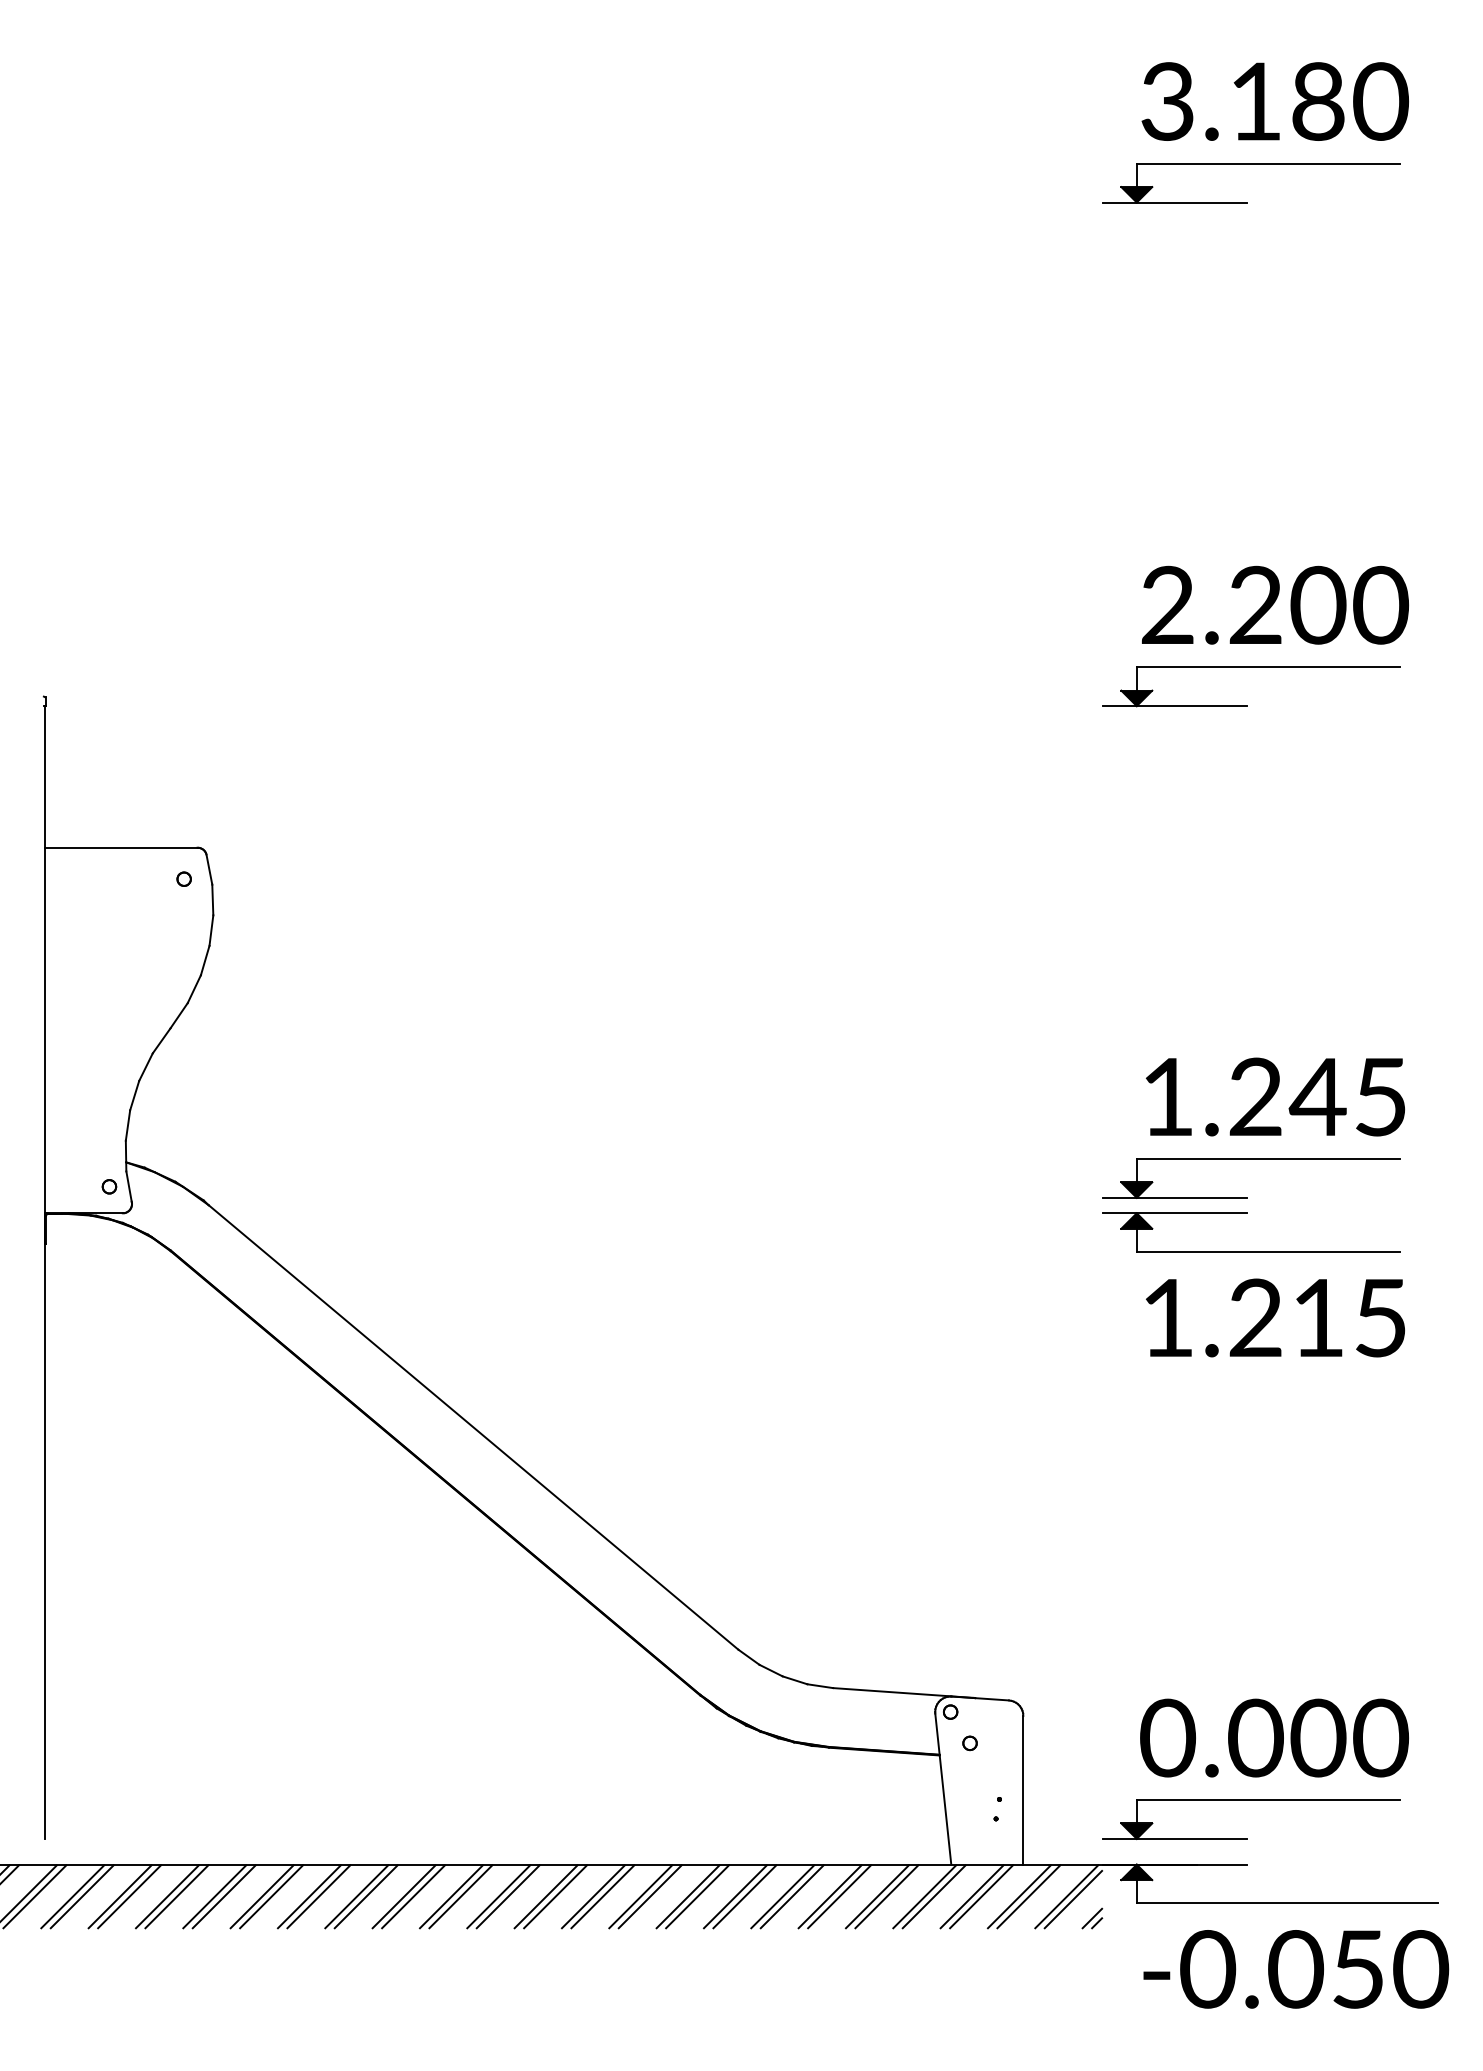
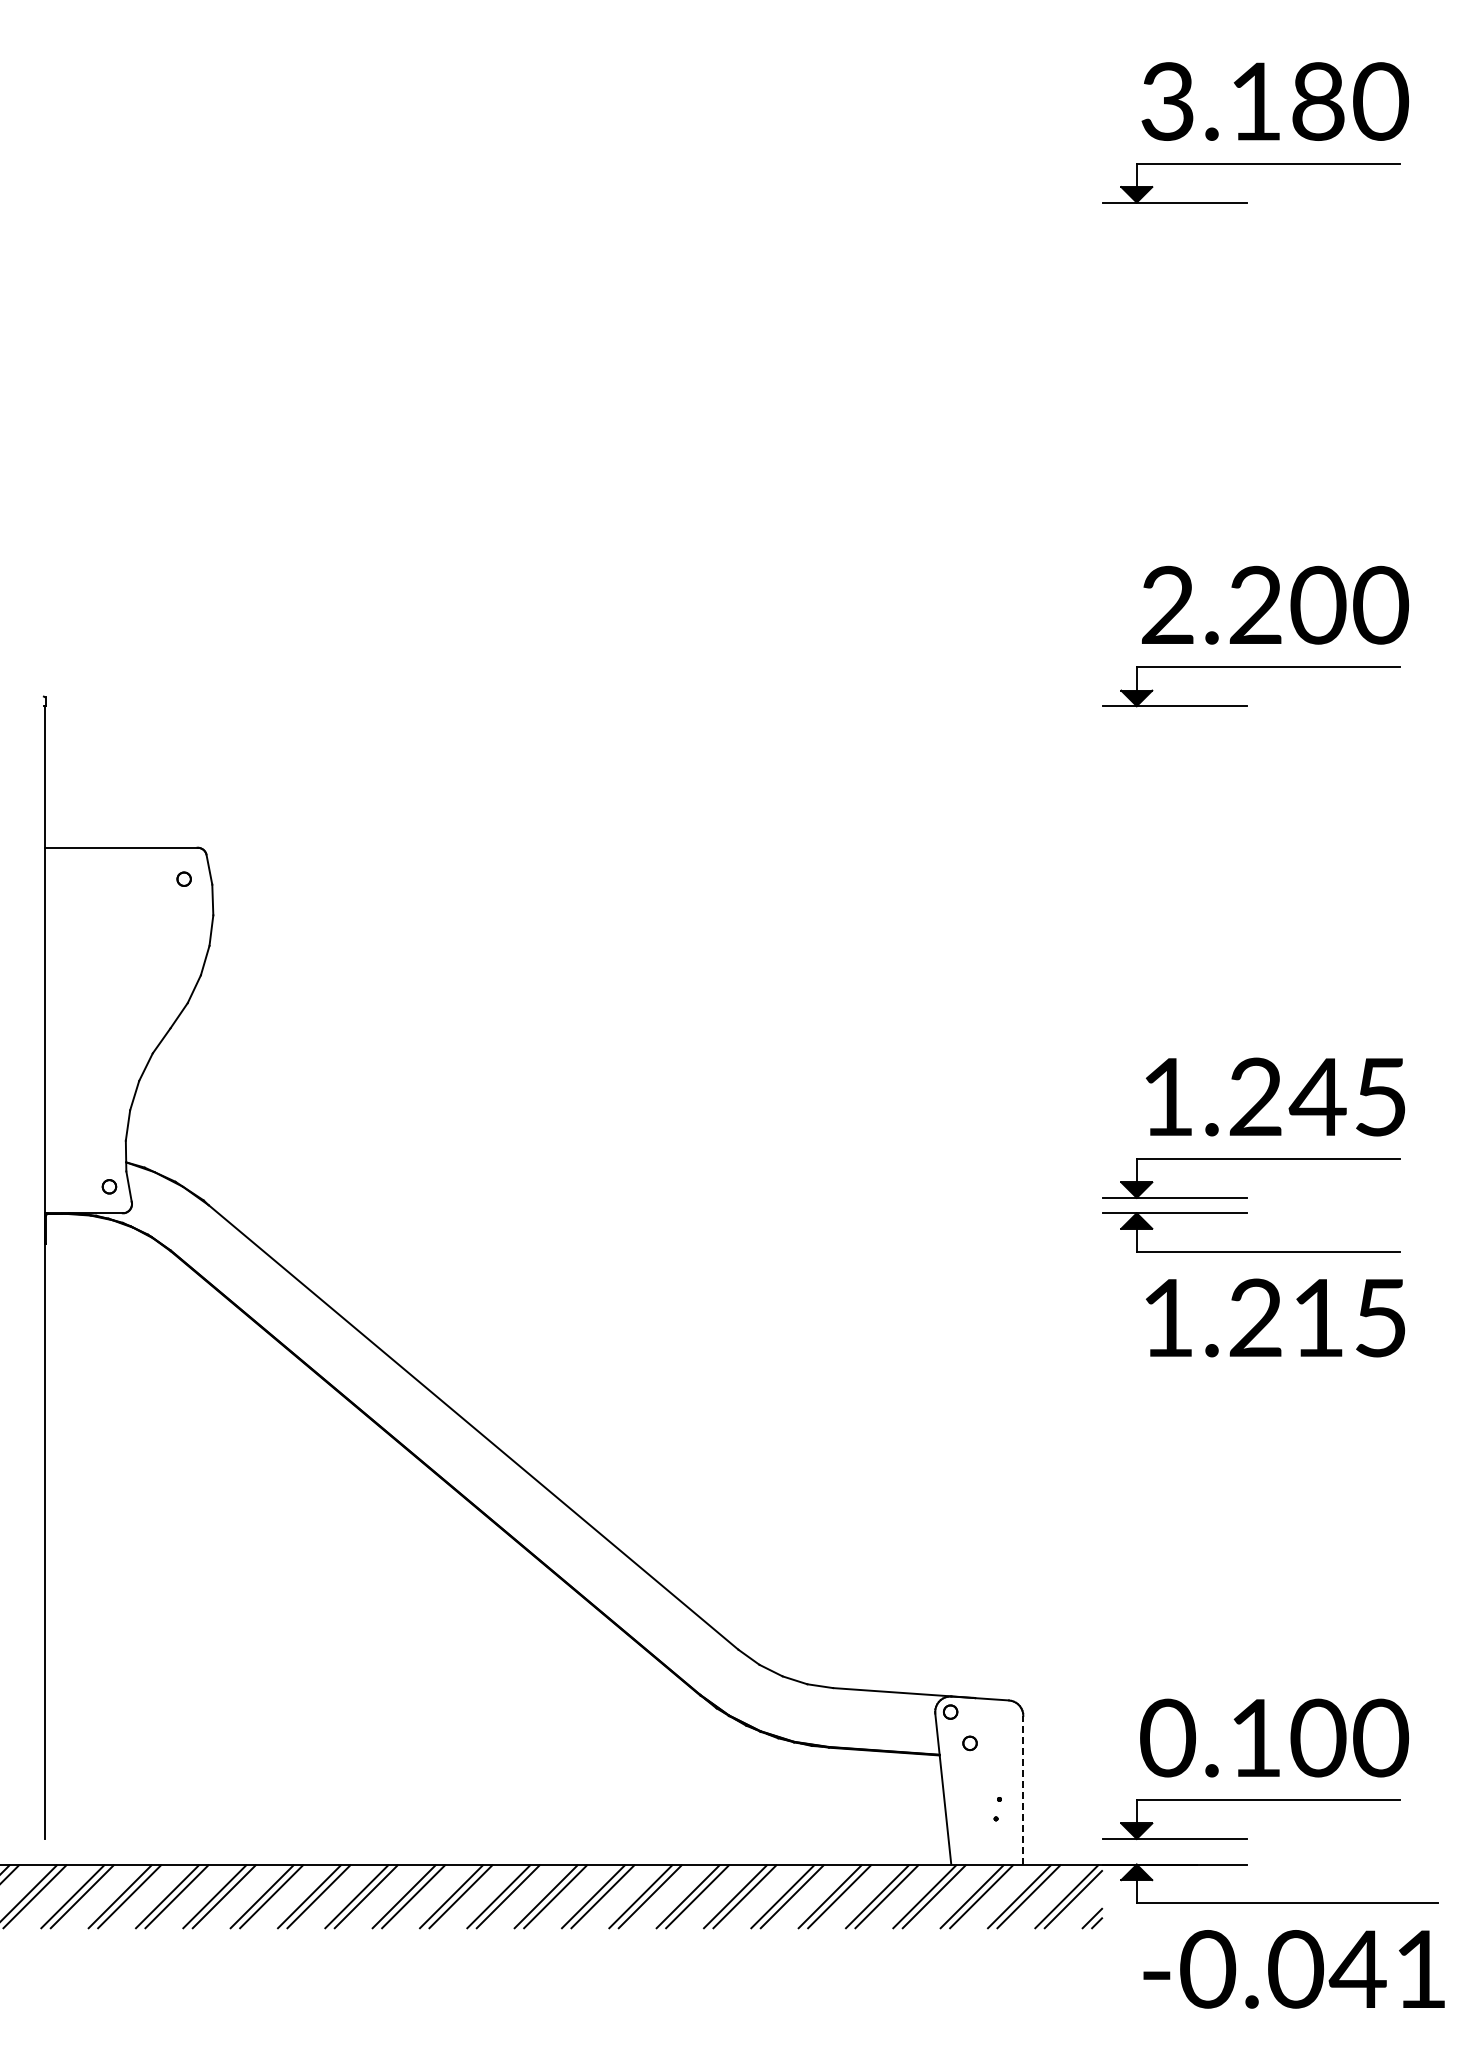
text at (1255, 1737): 0.000 -> 0.100
line at (1023, 1789): solid -> dashed
text at (1388, 1969): -0.050 -> -0.041
